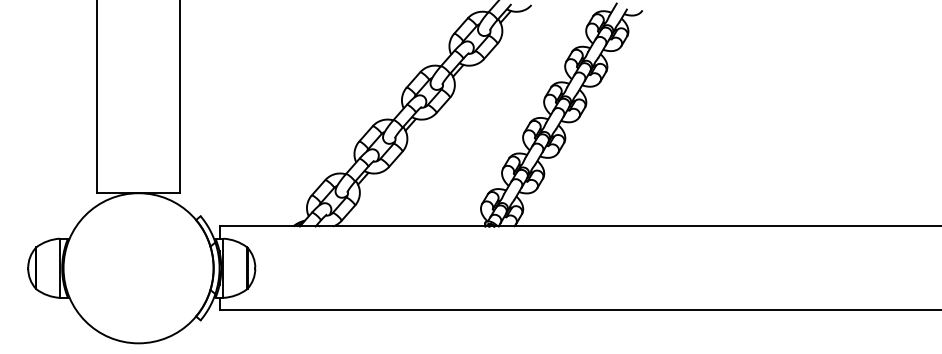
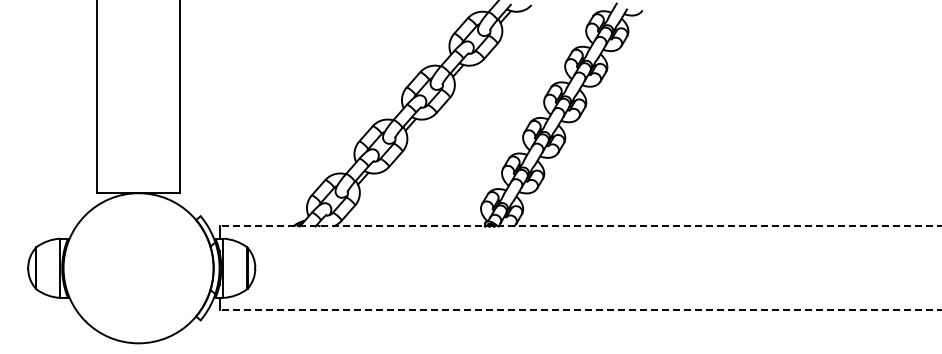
line at (580, 226): solid -> dashed
line at (580, 310): solid -> dashed
